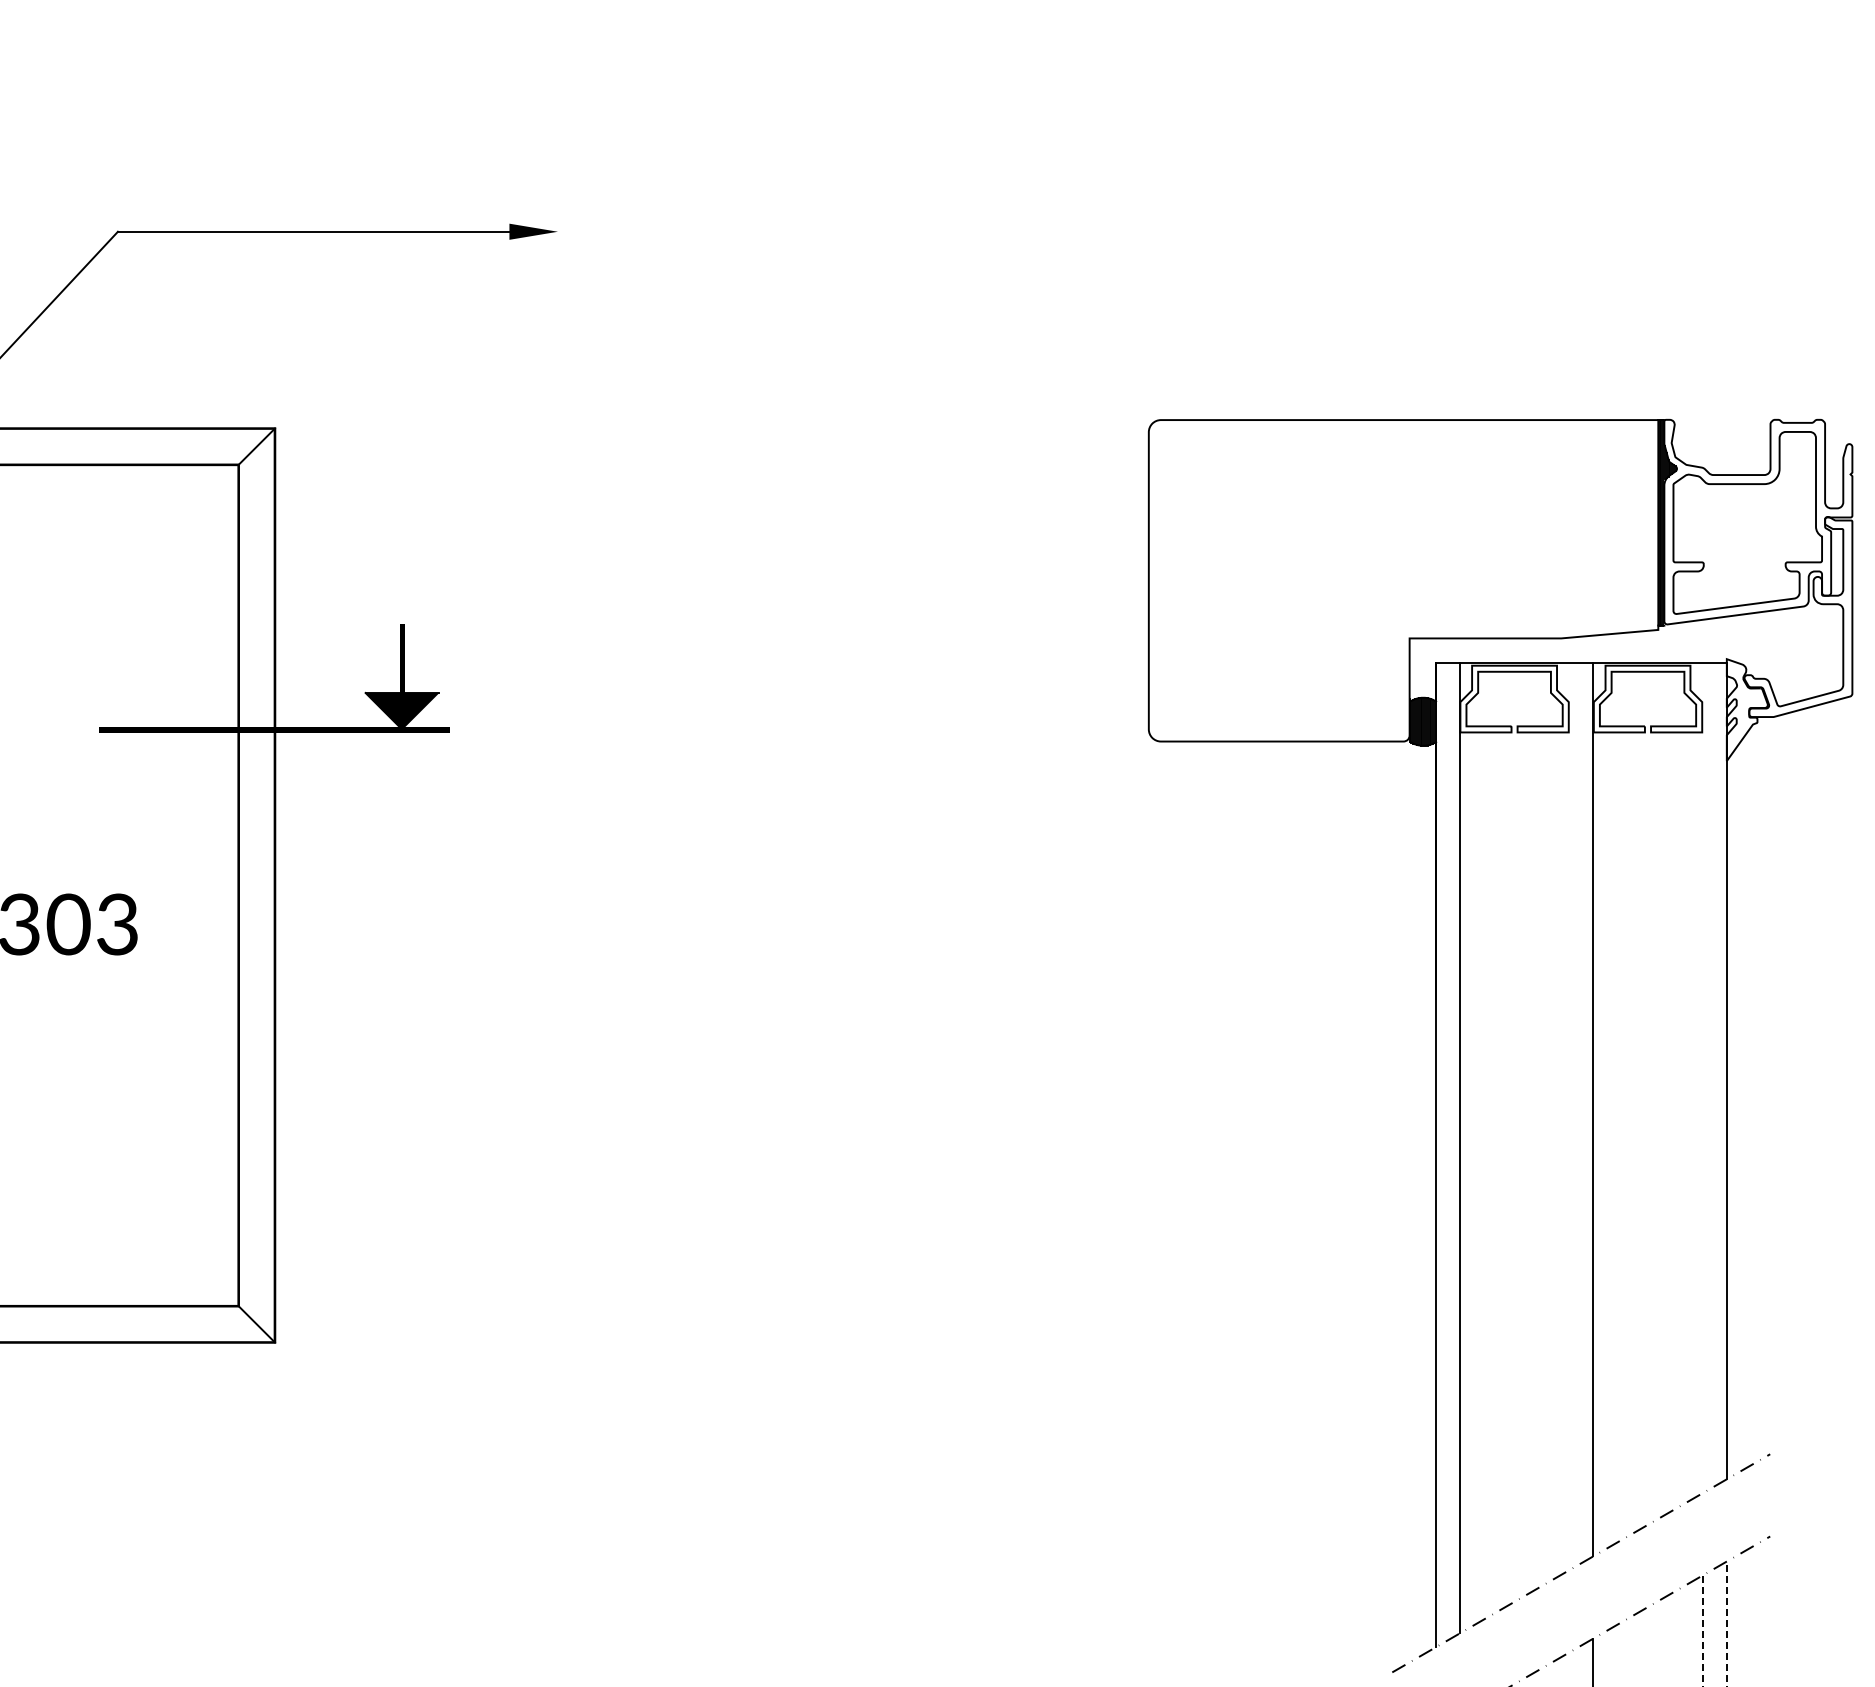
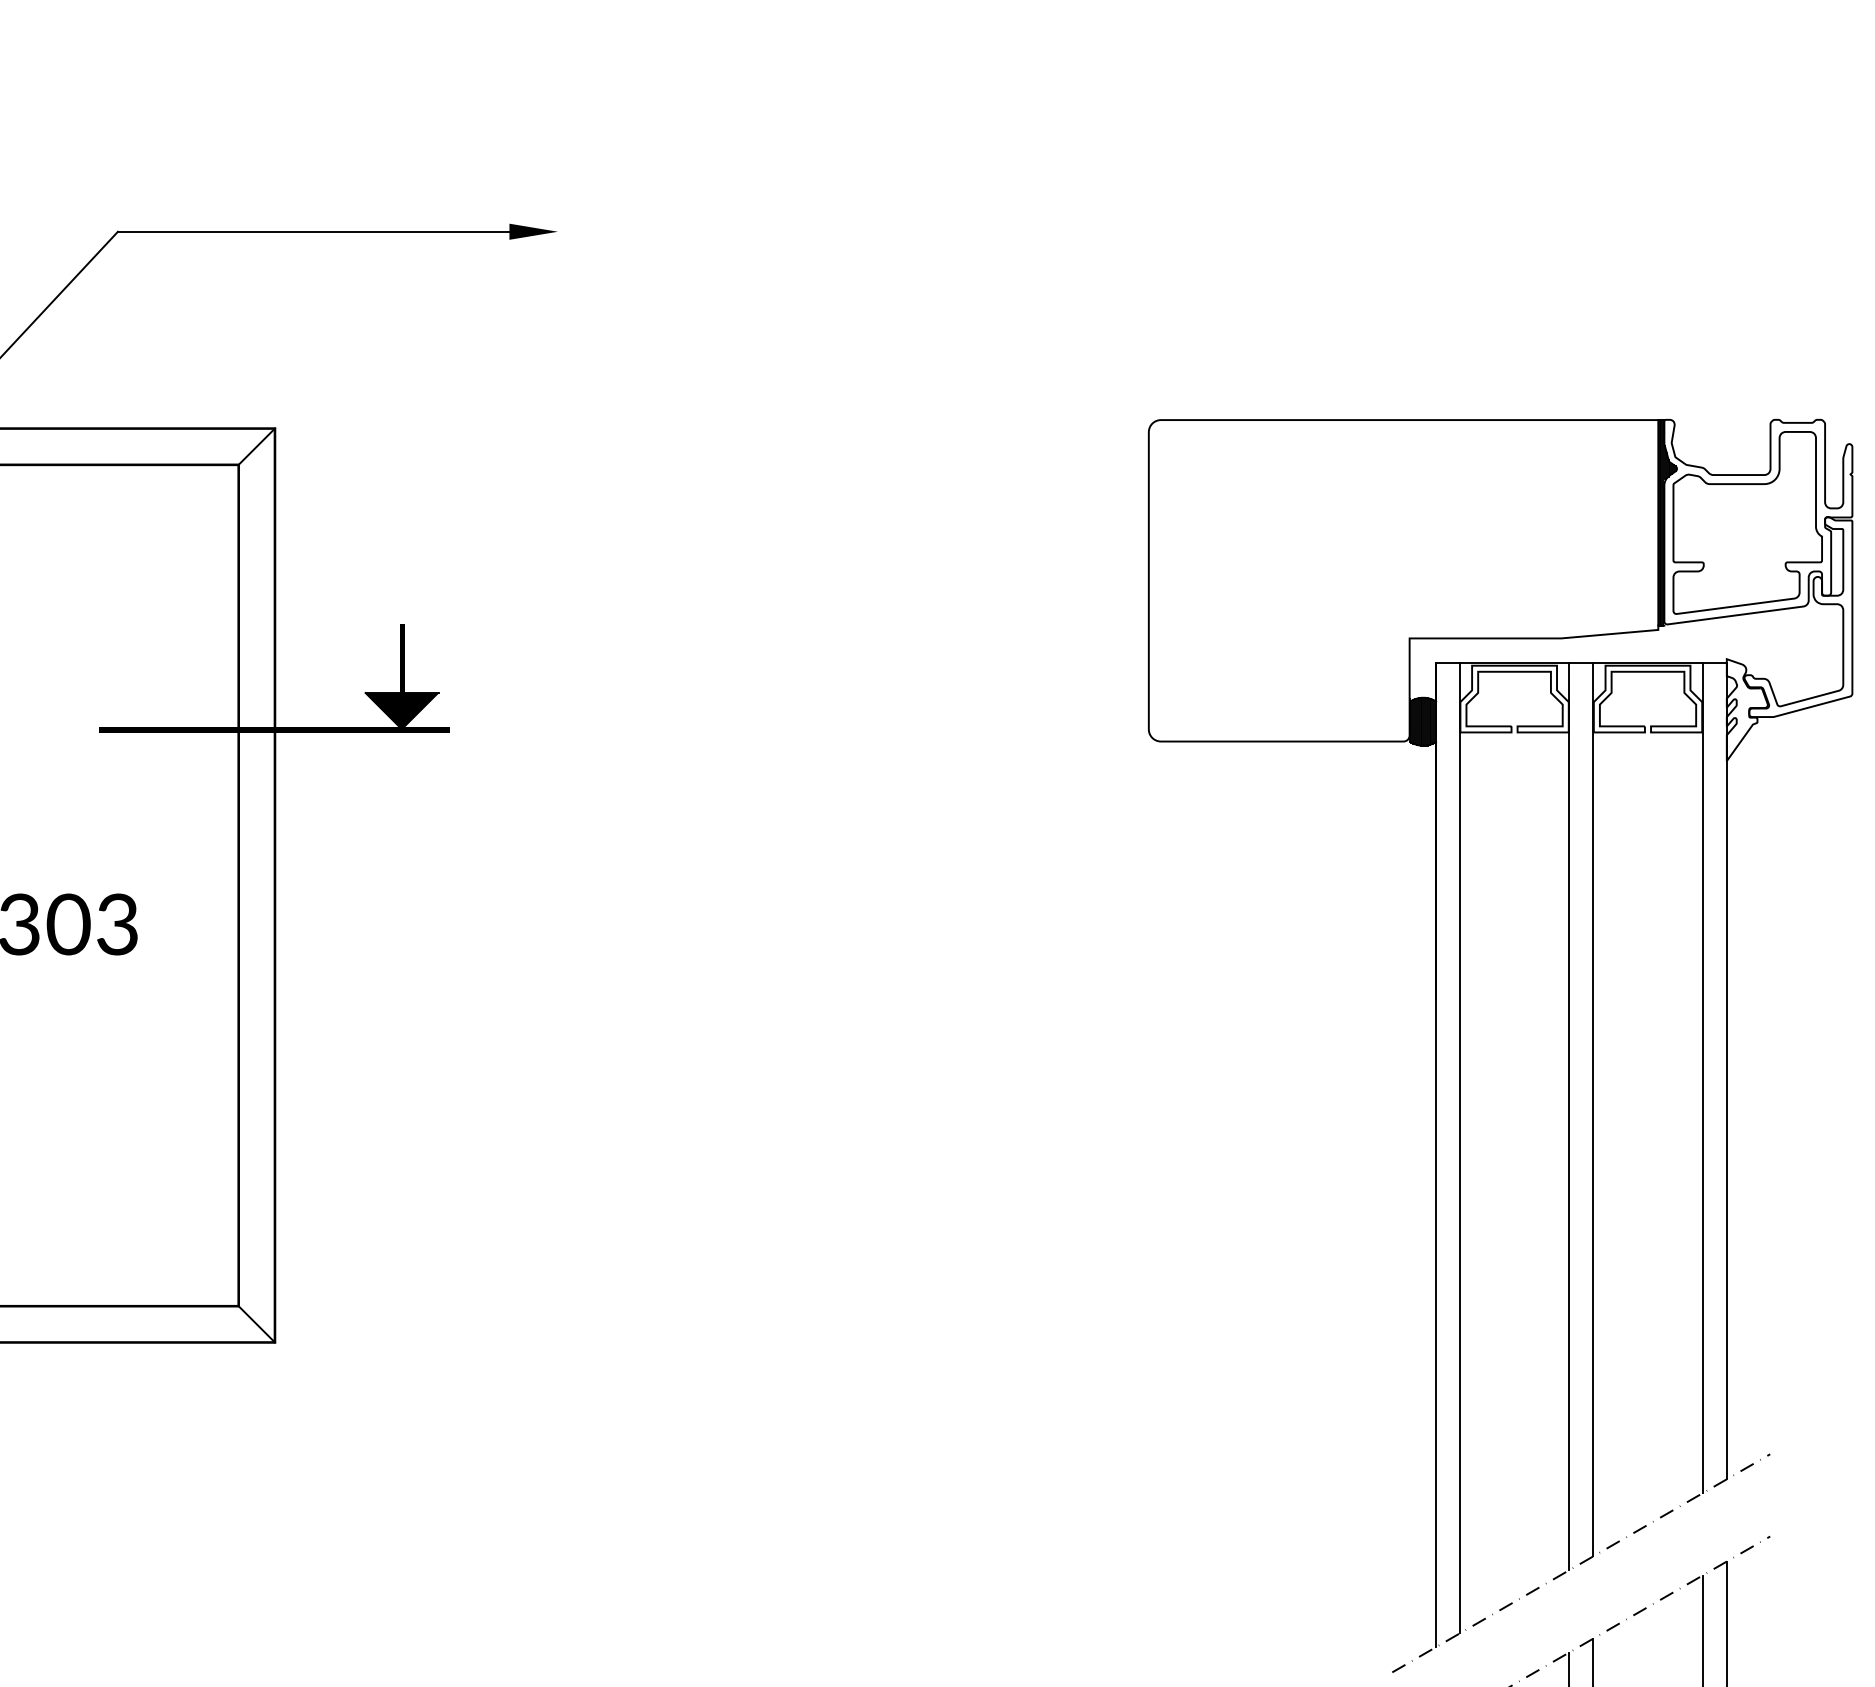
line at (1702, 1077): none -> present
line at (1569, 1116): none -> present
line at (1726, 1623): dashed -> solid
line at (1702, 1630): dashed -> solid
line at (1569, 1667): none -> present
